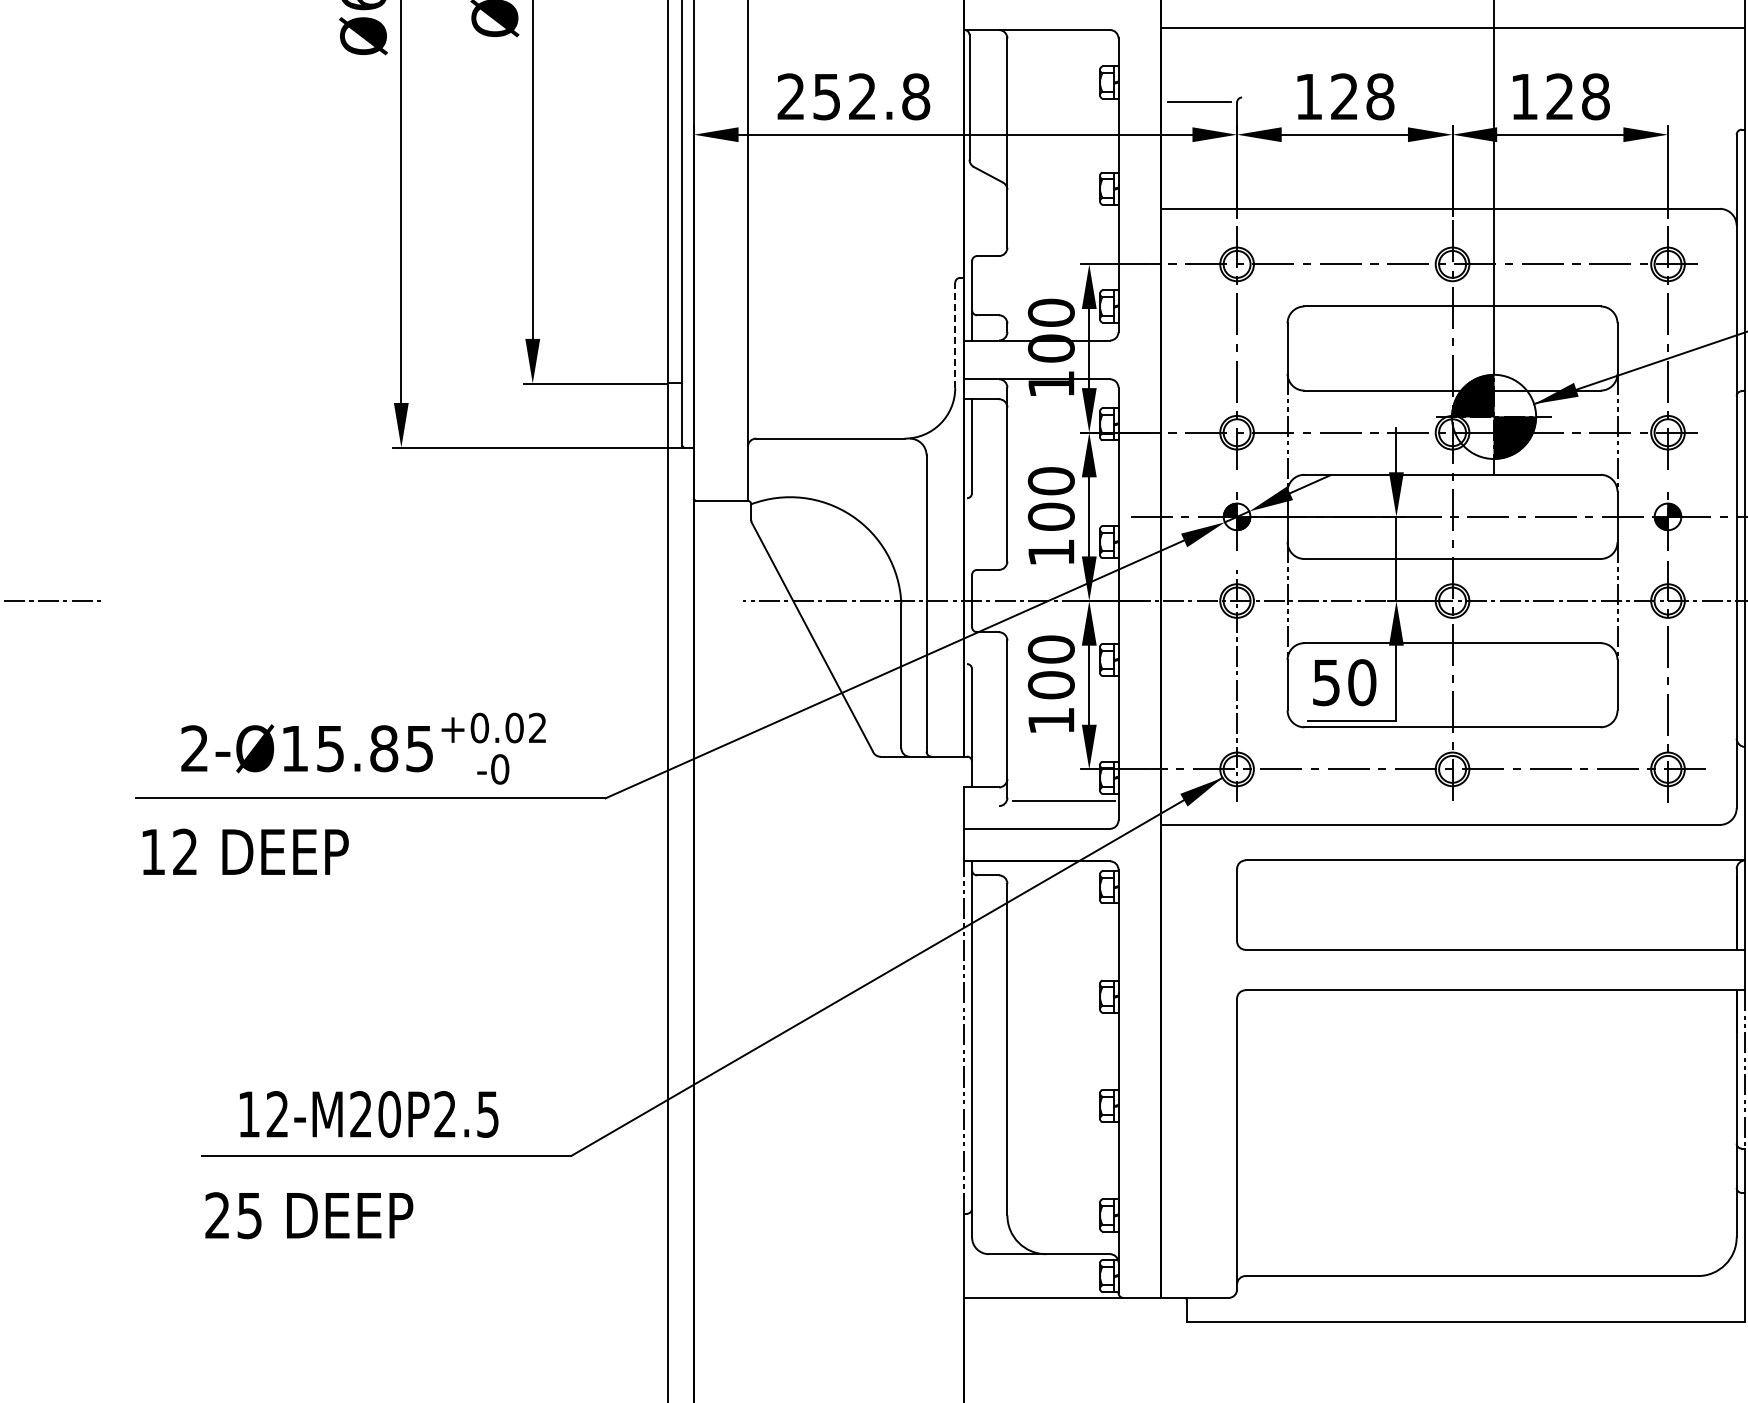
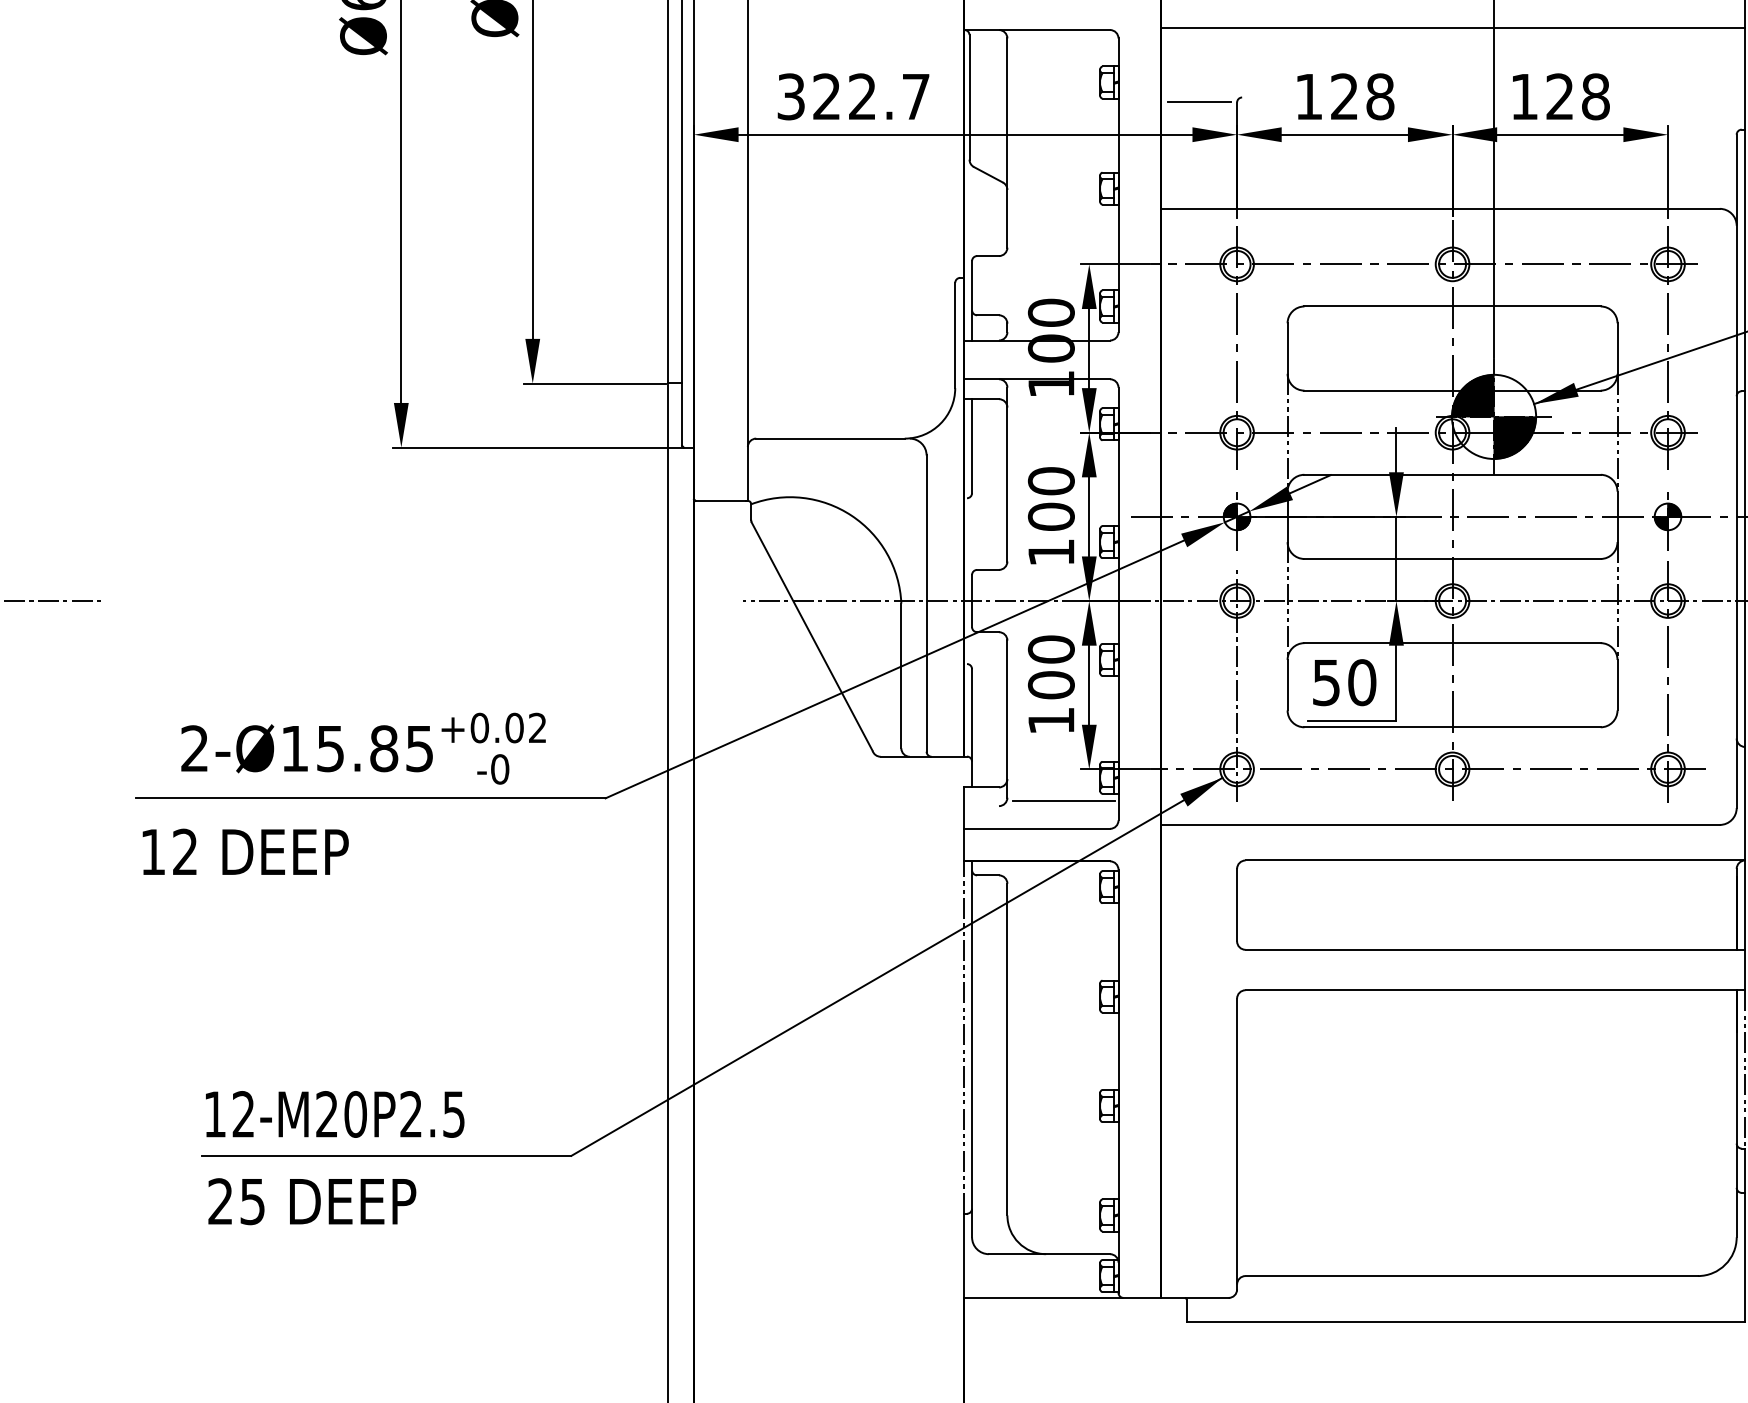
text at (853, 96): 252.8 -> 322.7
line at (955, 335): dashed -> solid
text at (369, 1114) position: (369, 1114) -> (335, 1114)
text at (309, 1215) position: (309, 1215) -> (312, 1201)
